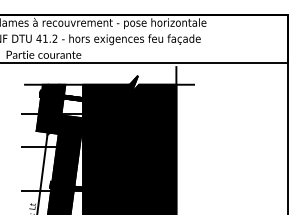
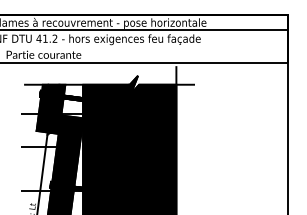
line at (145, 30): none -> present
